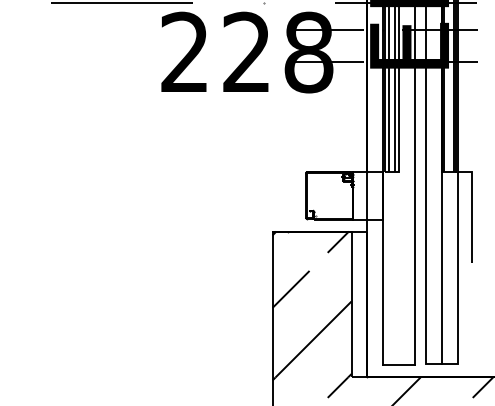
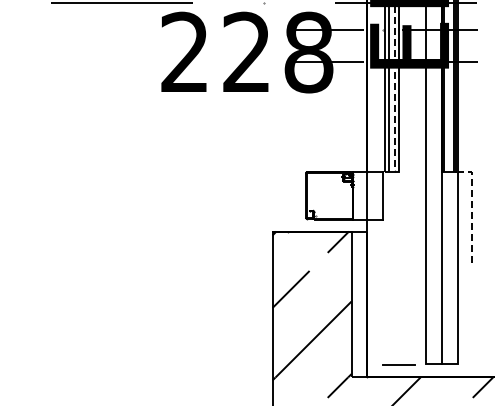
line at (394, 86): solid -> dashed
line at (383, 183): present -> none
line at (414, 183): present -> none
line at (471, 210): solid -> dashed
